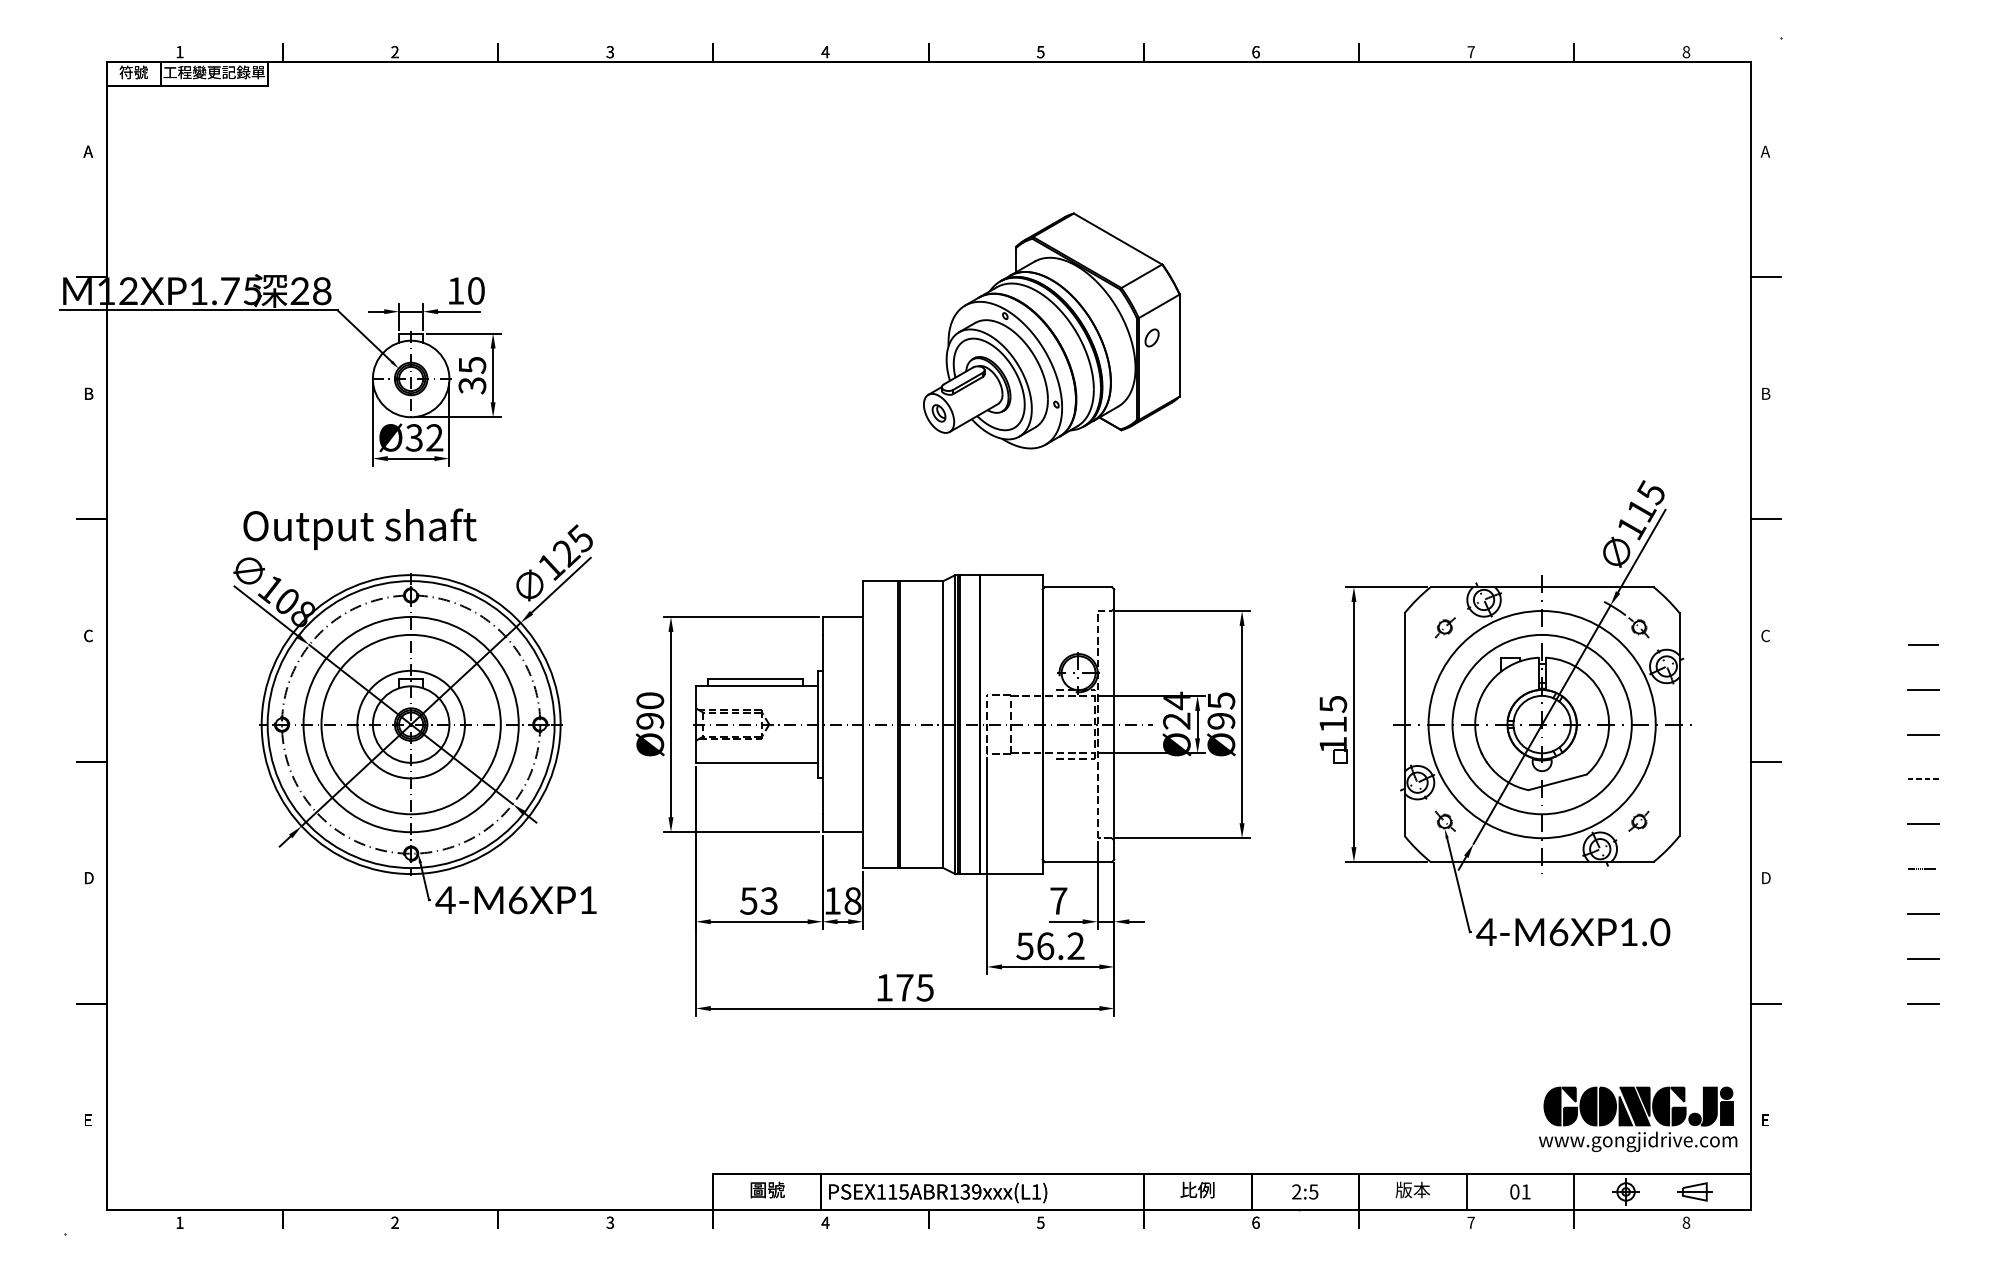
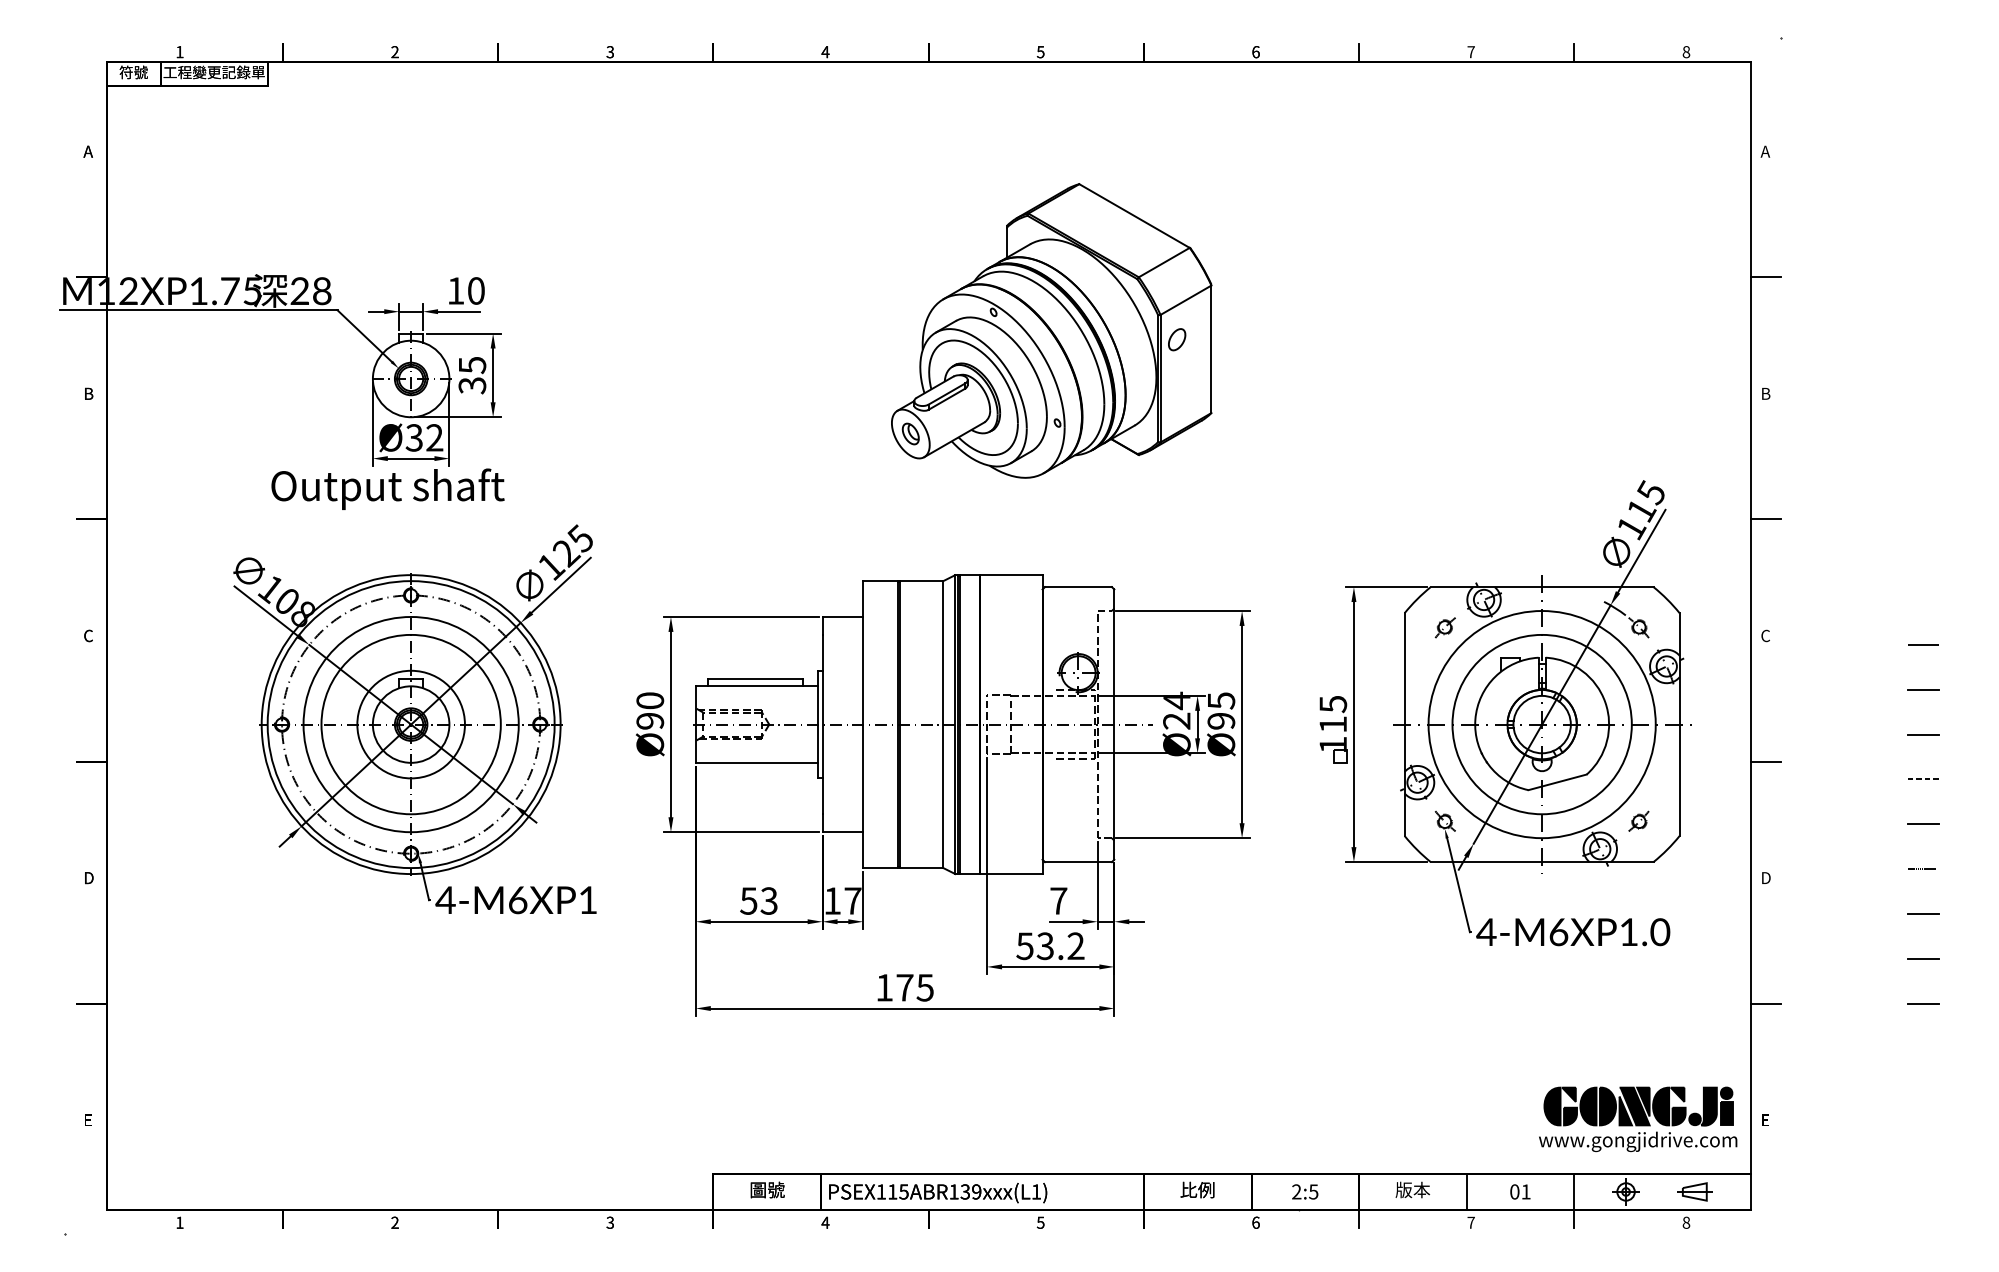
part at (1051, 330) size: 258x238 px -> 322x296 px
text at (359, 528) position: (359, 528) -> (387, 488)
text at (852, 900): 18 -> 17
text at (1045, 946): 56.2 -> 53.2
